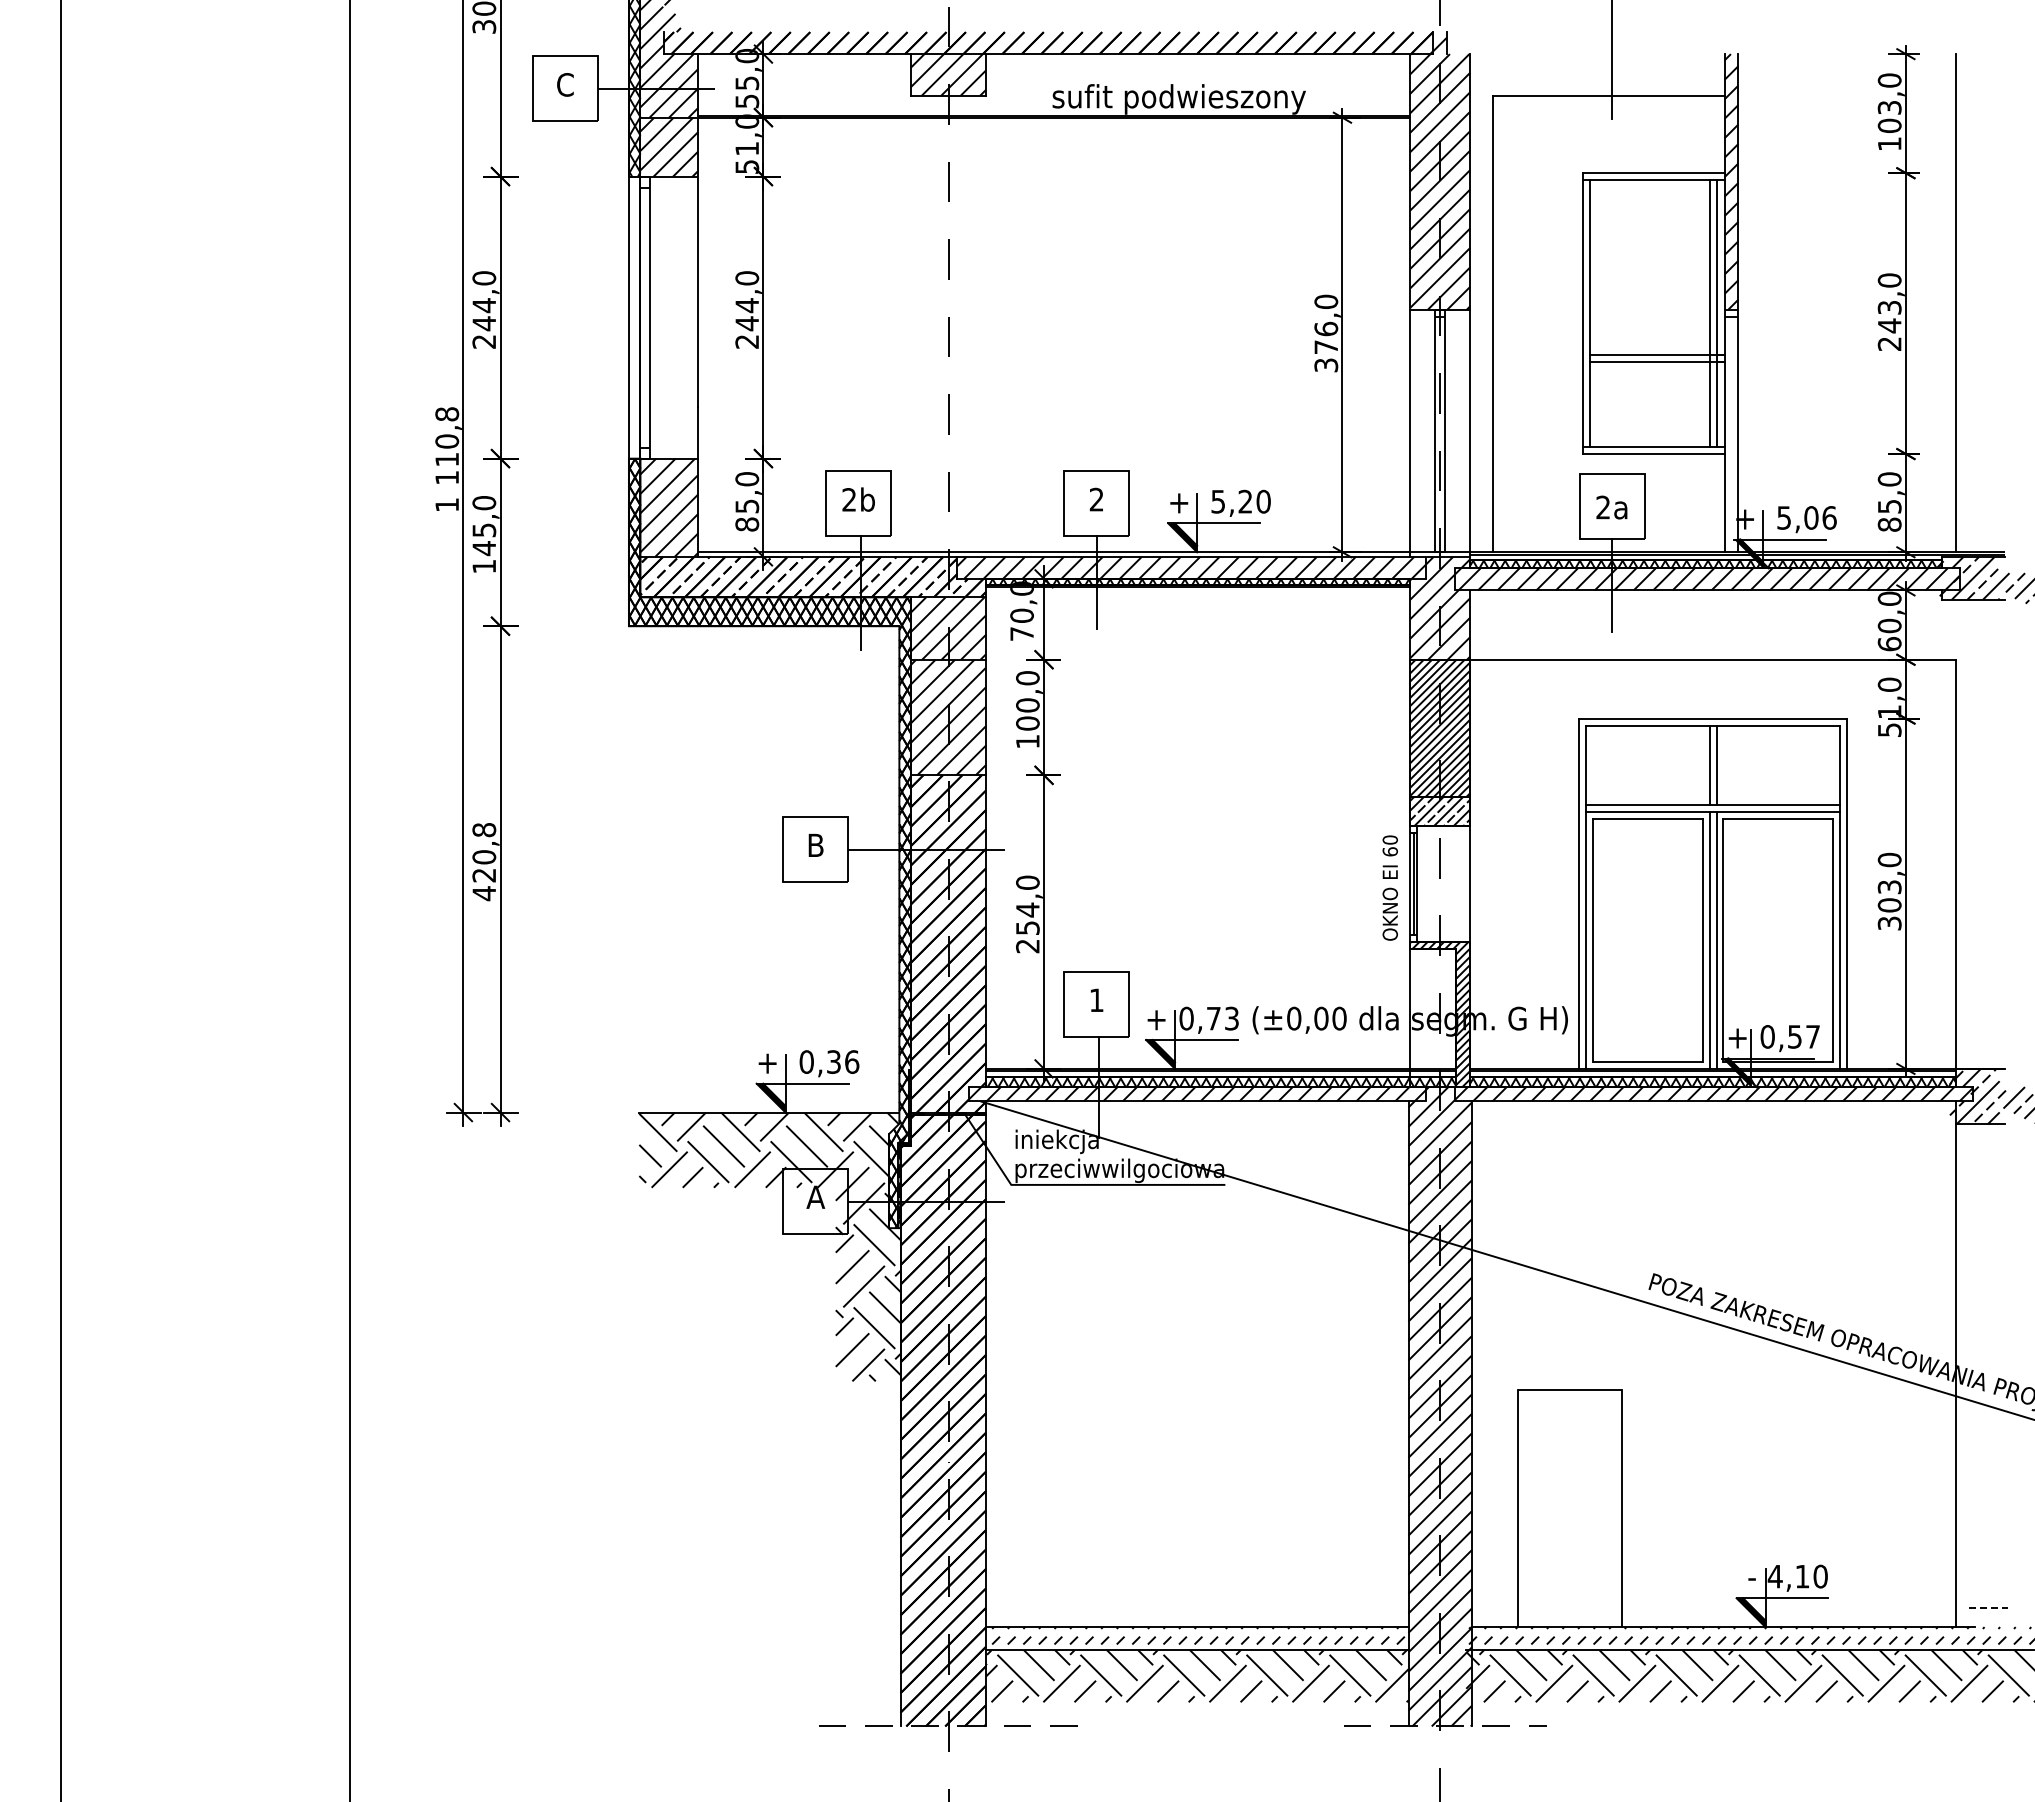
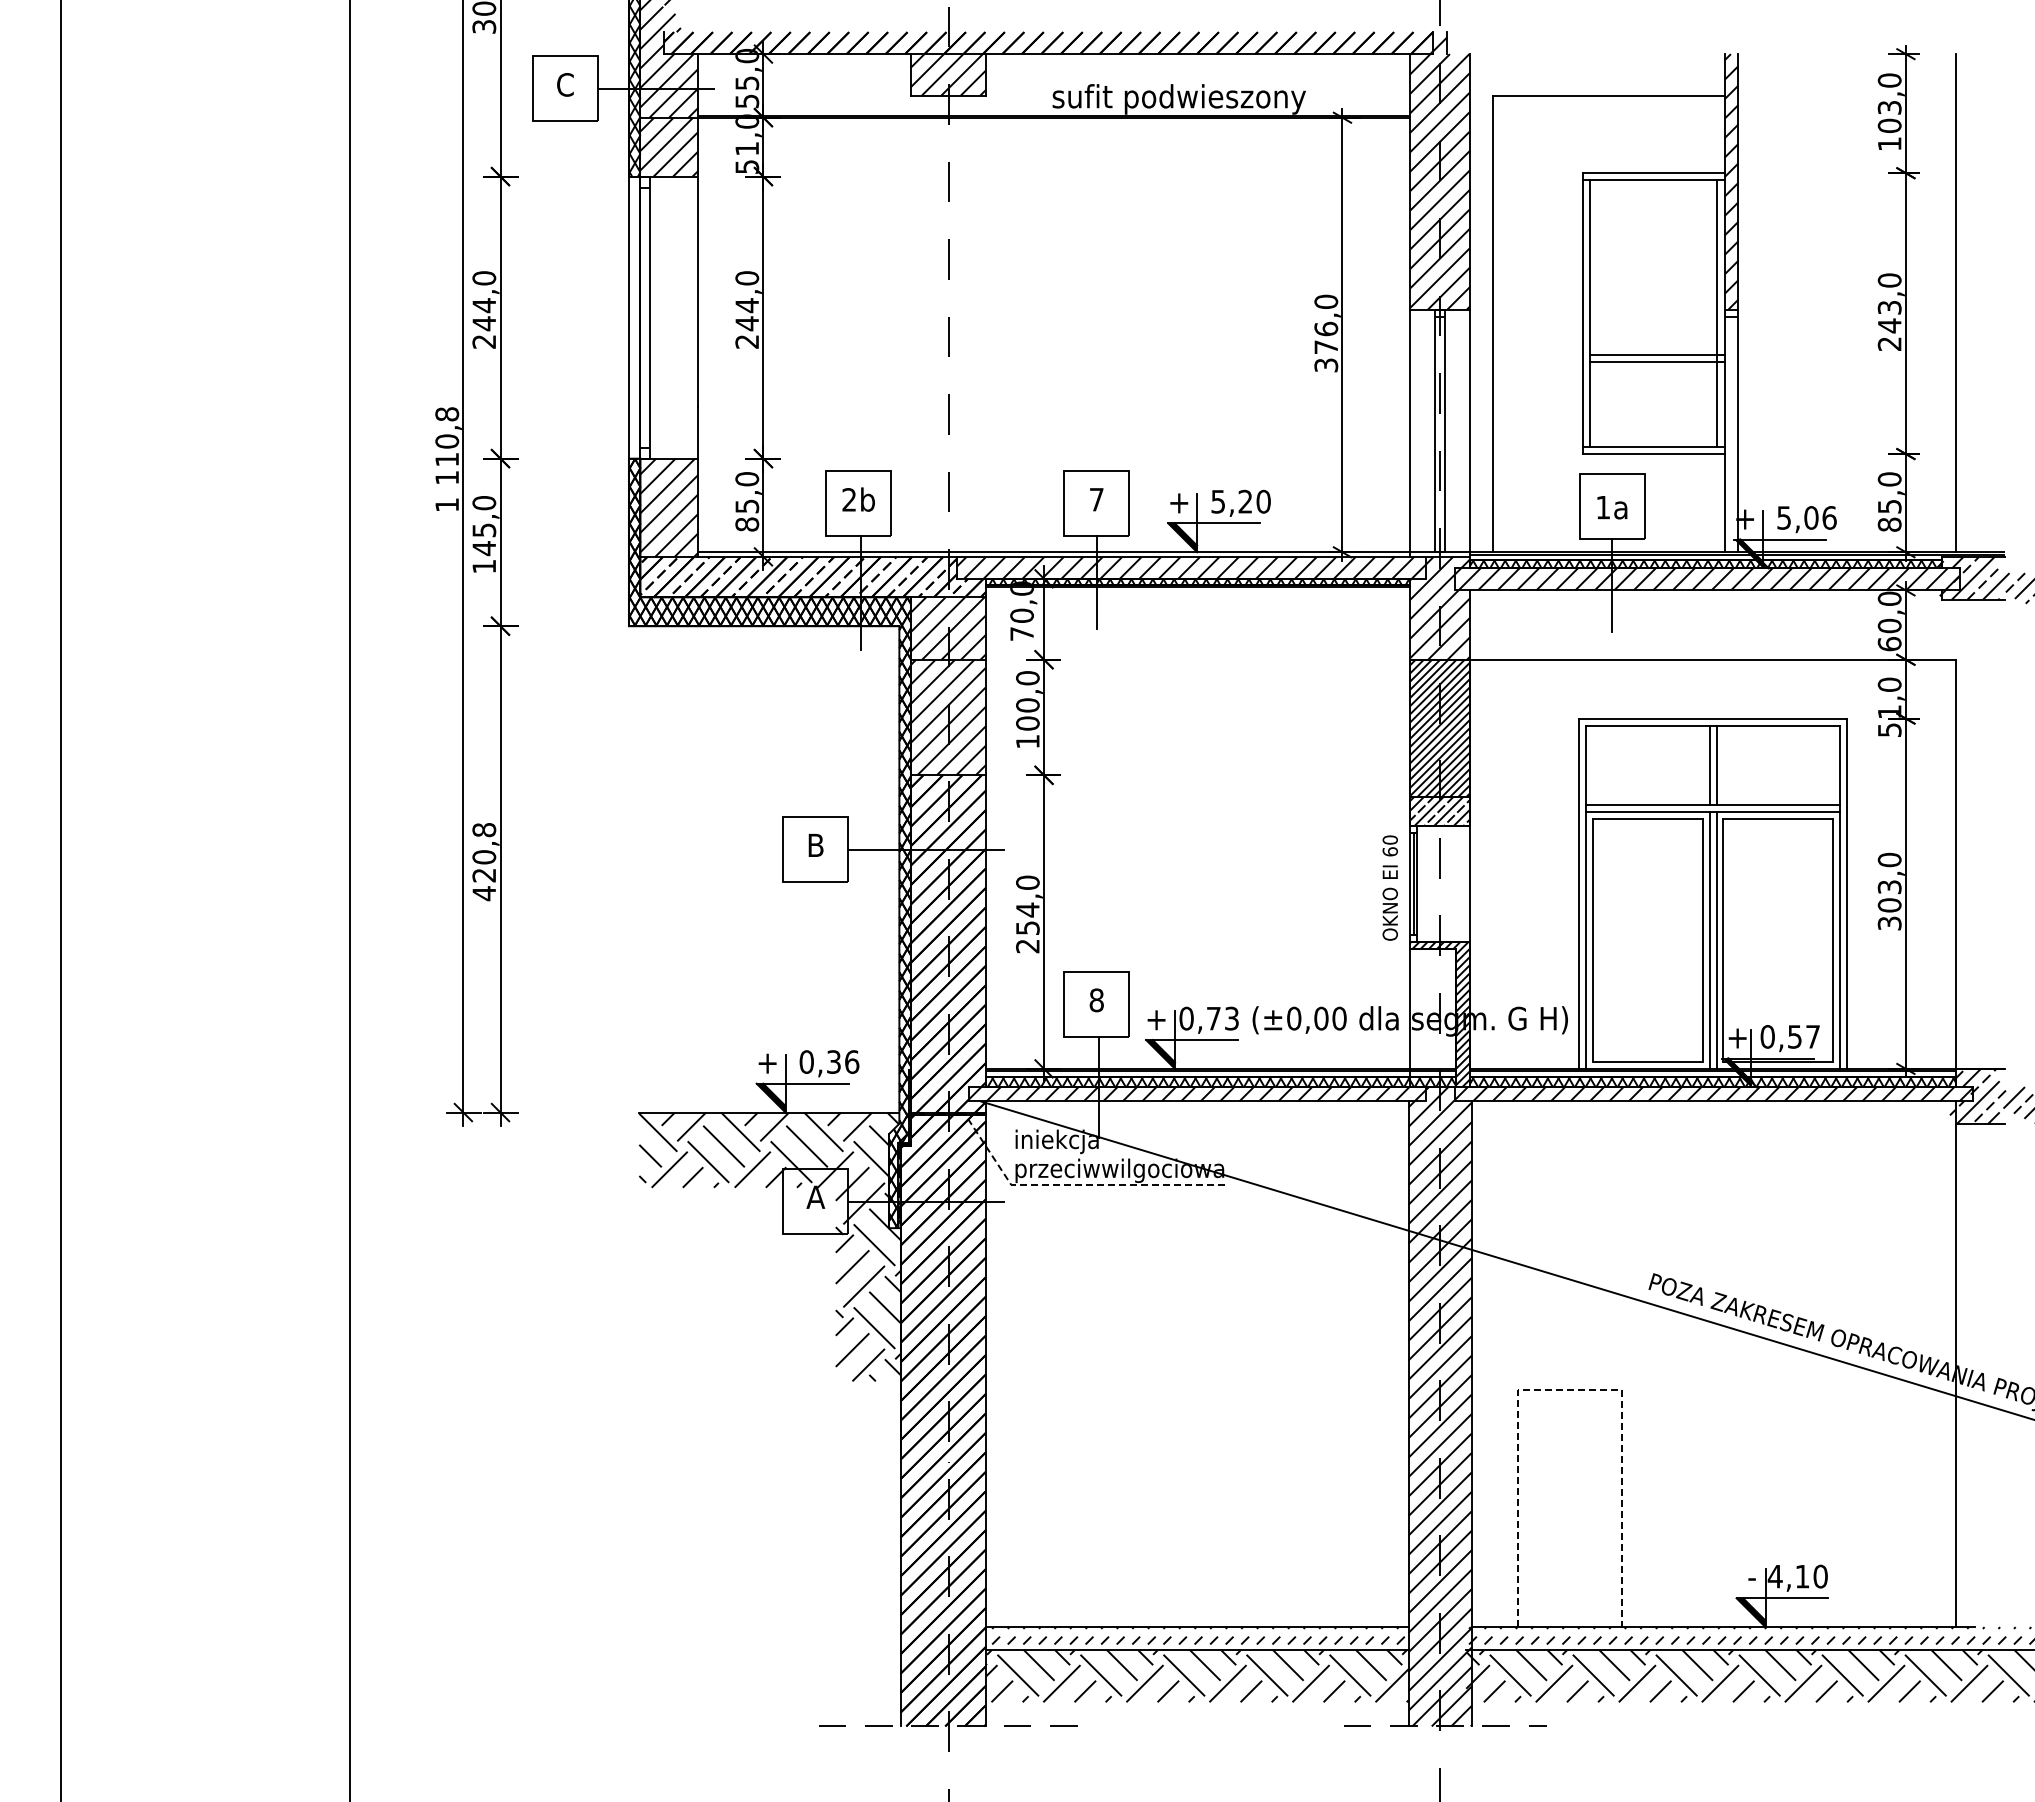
line at (1612, 60): present -> none
line at (1709, 313): present -> none
text at (1096, 499): 2 -> 7
text at (1602, 507): 2a -> 1a
text at (1096, 1000): 1 -> 8
line at (1076, 1184): solid -> dashed
line at (1570, 1390): solid -> dashed
line at (1986, 1607): present -> none
